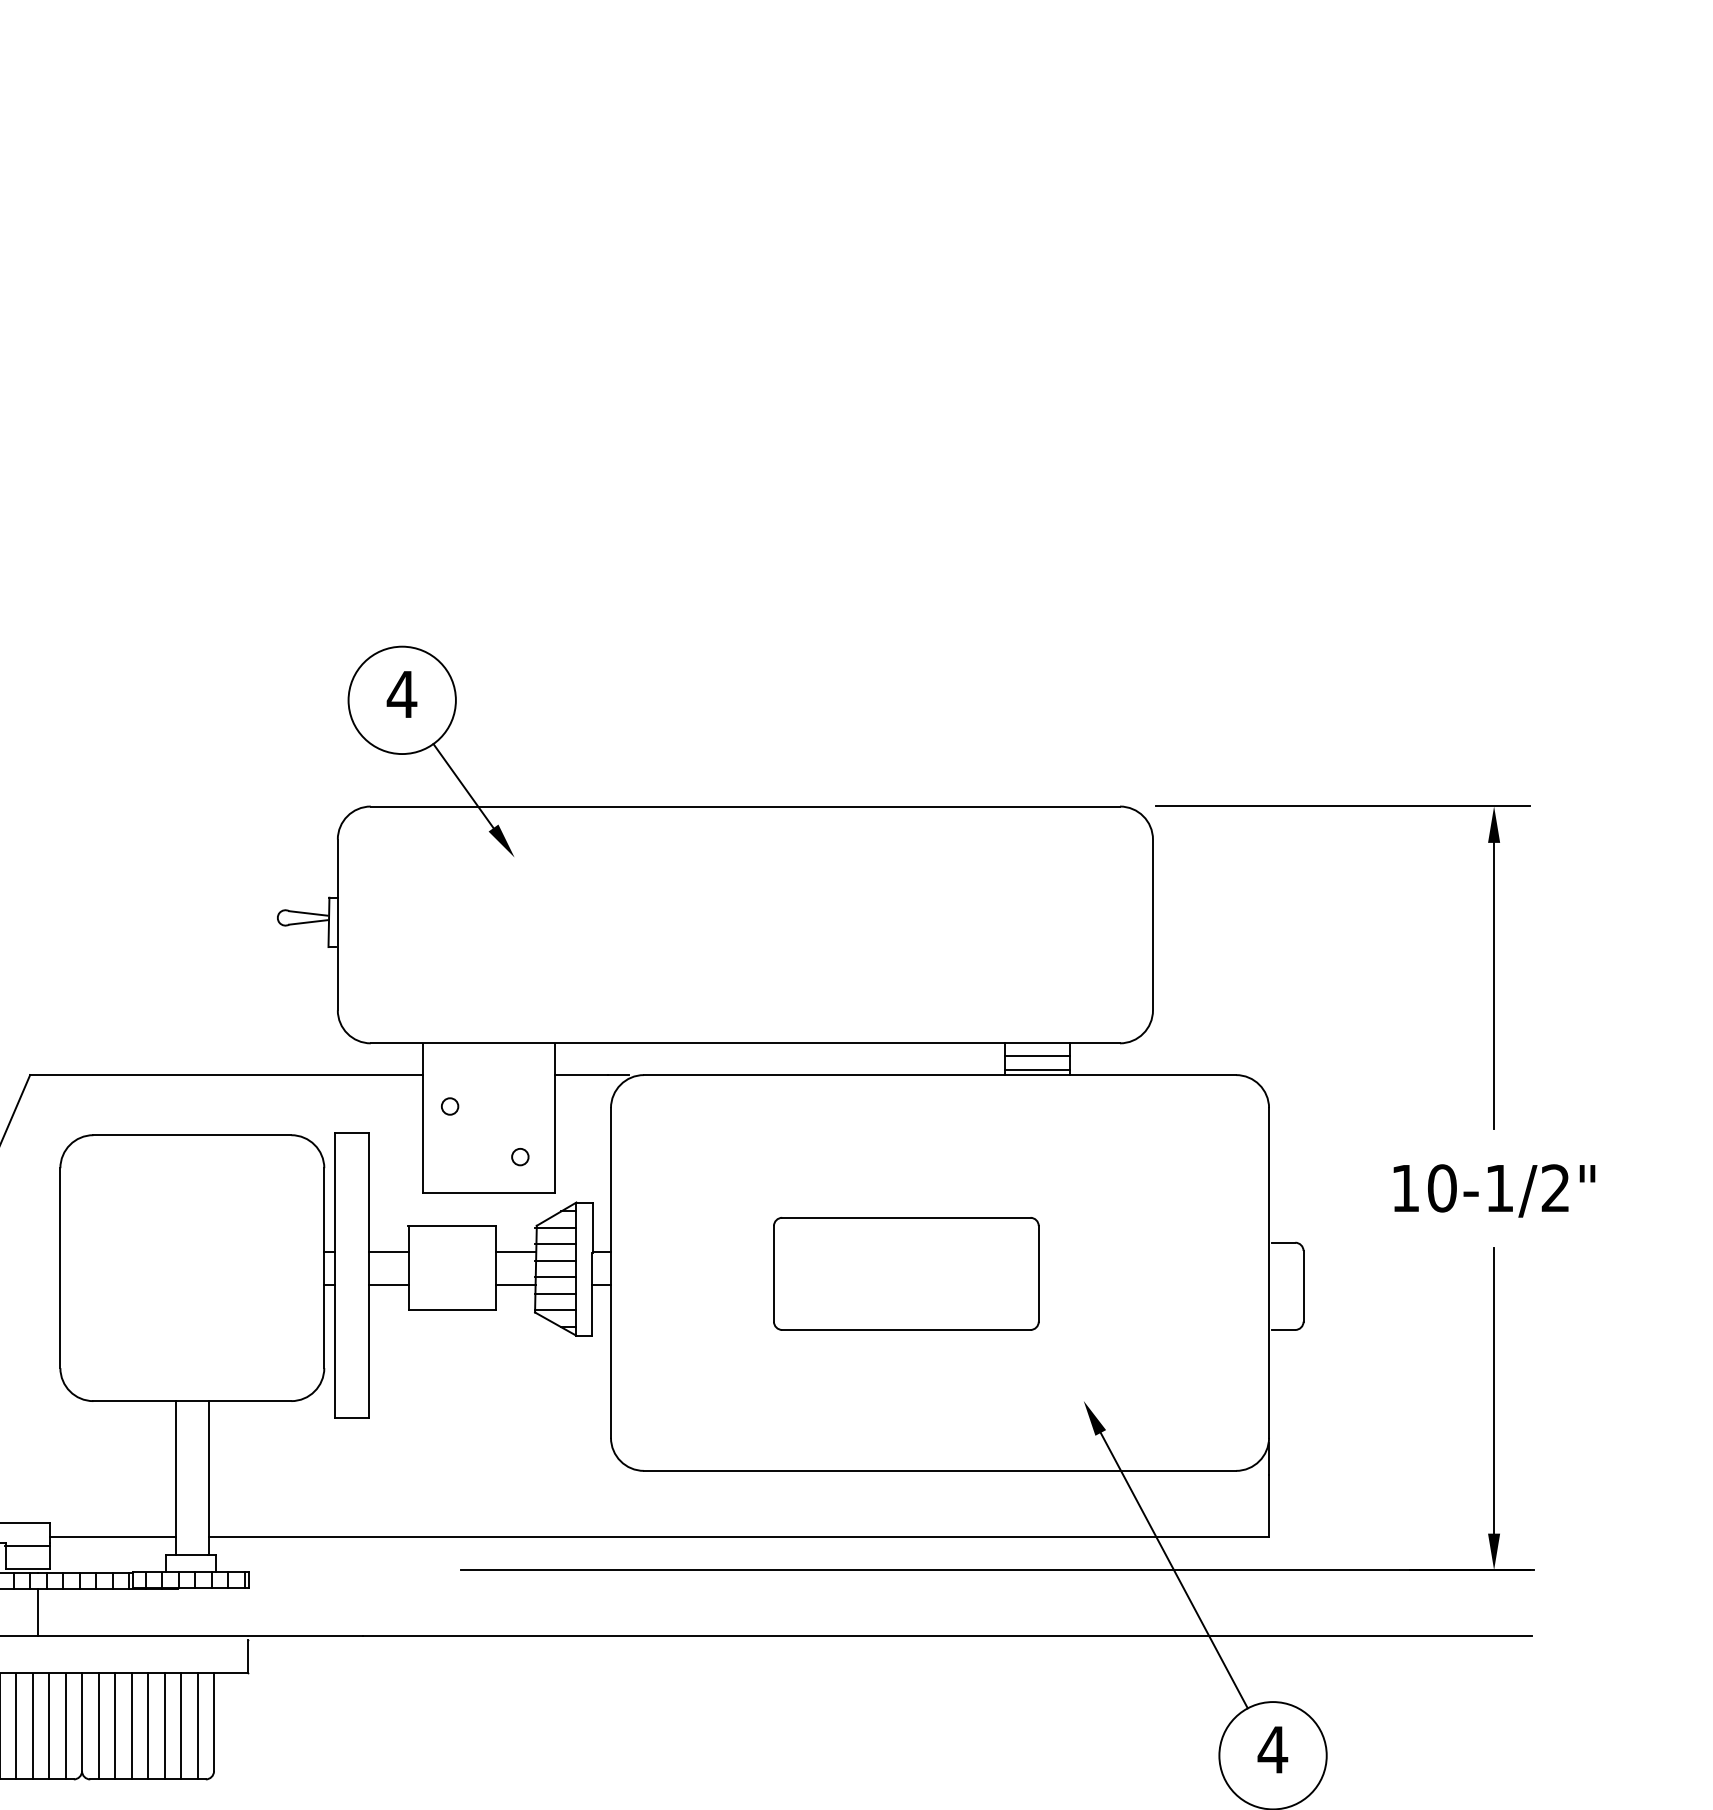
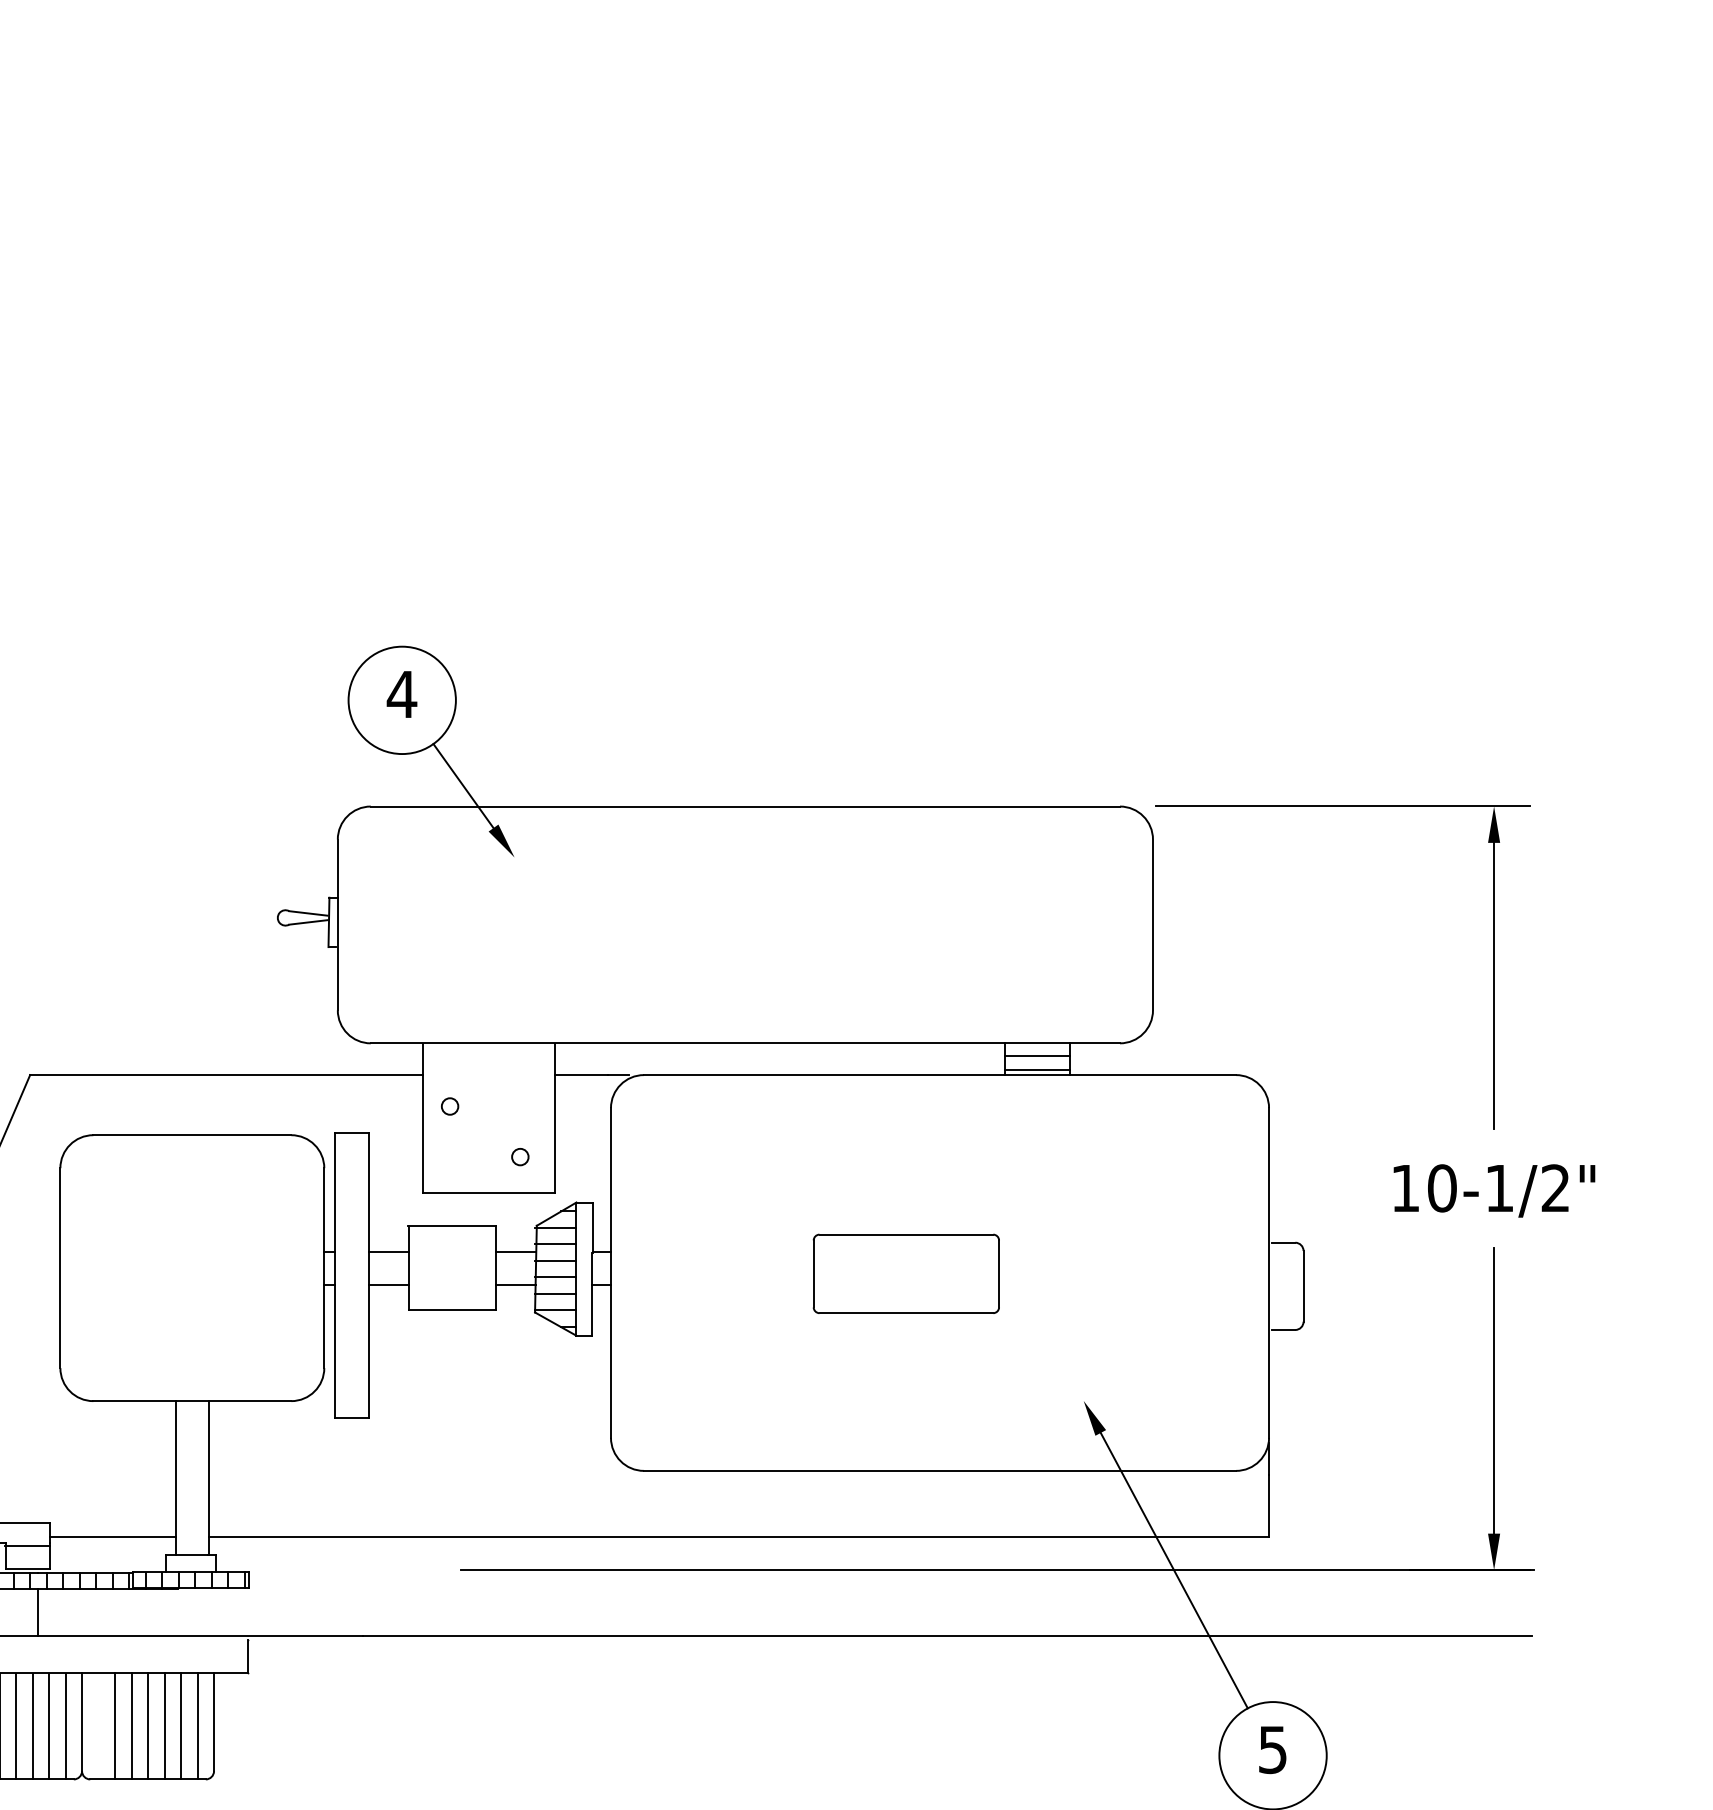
part at (906, 1273) size: 267x114 px -> 188x81 px
line at (98, 1725): present -> none
text at (1272, 1750): 4 -> 5
